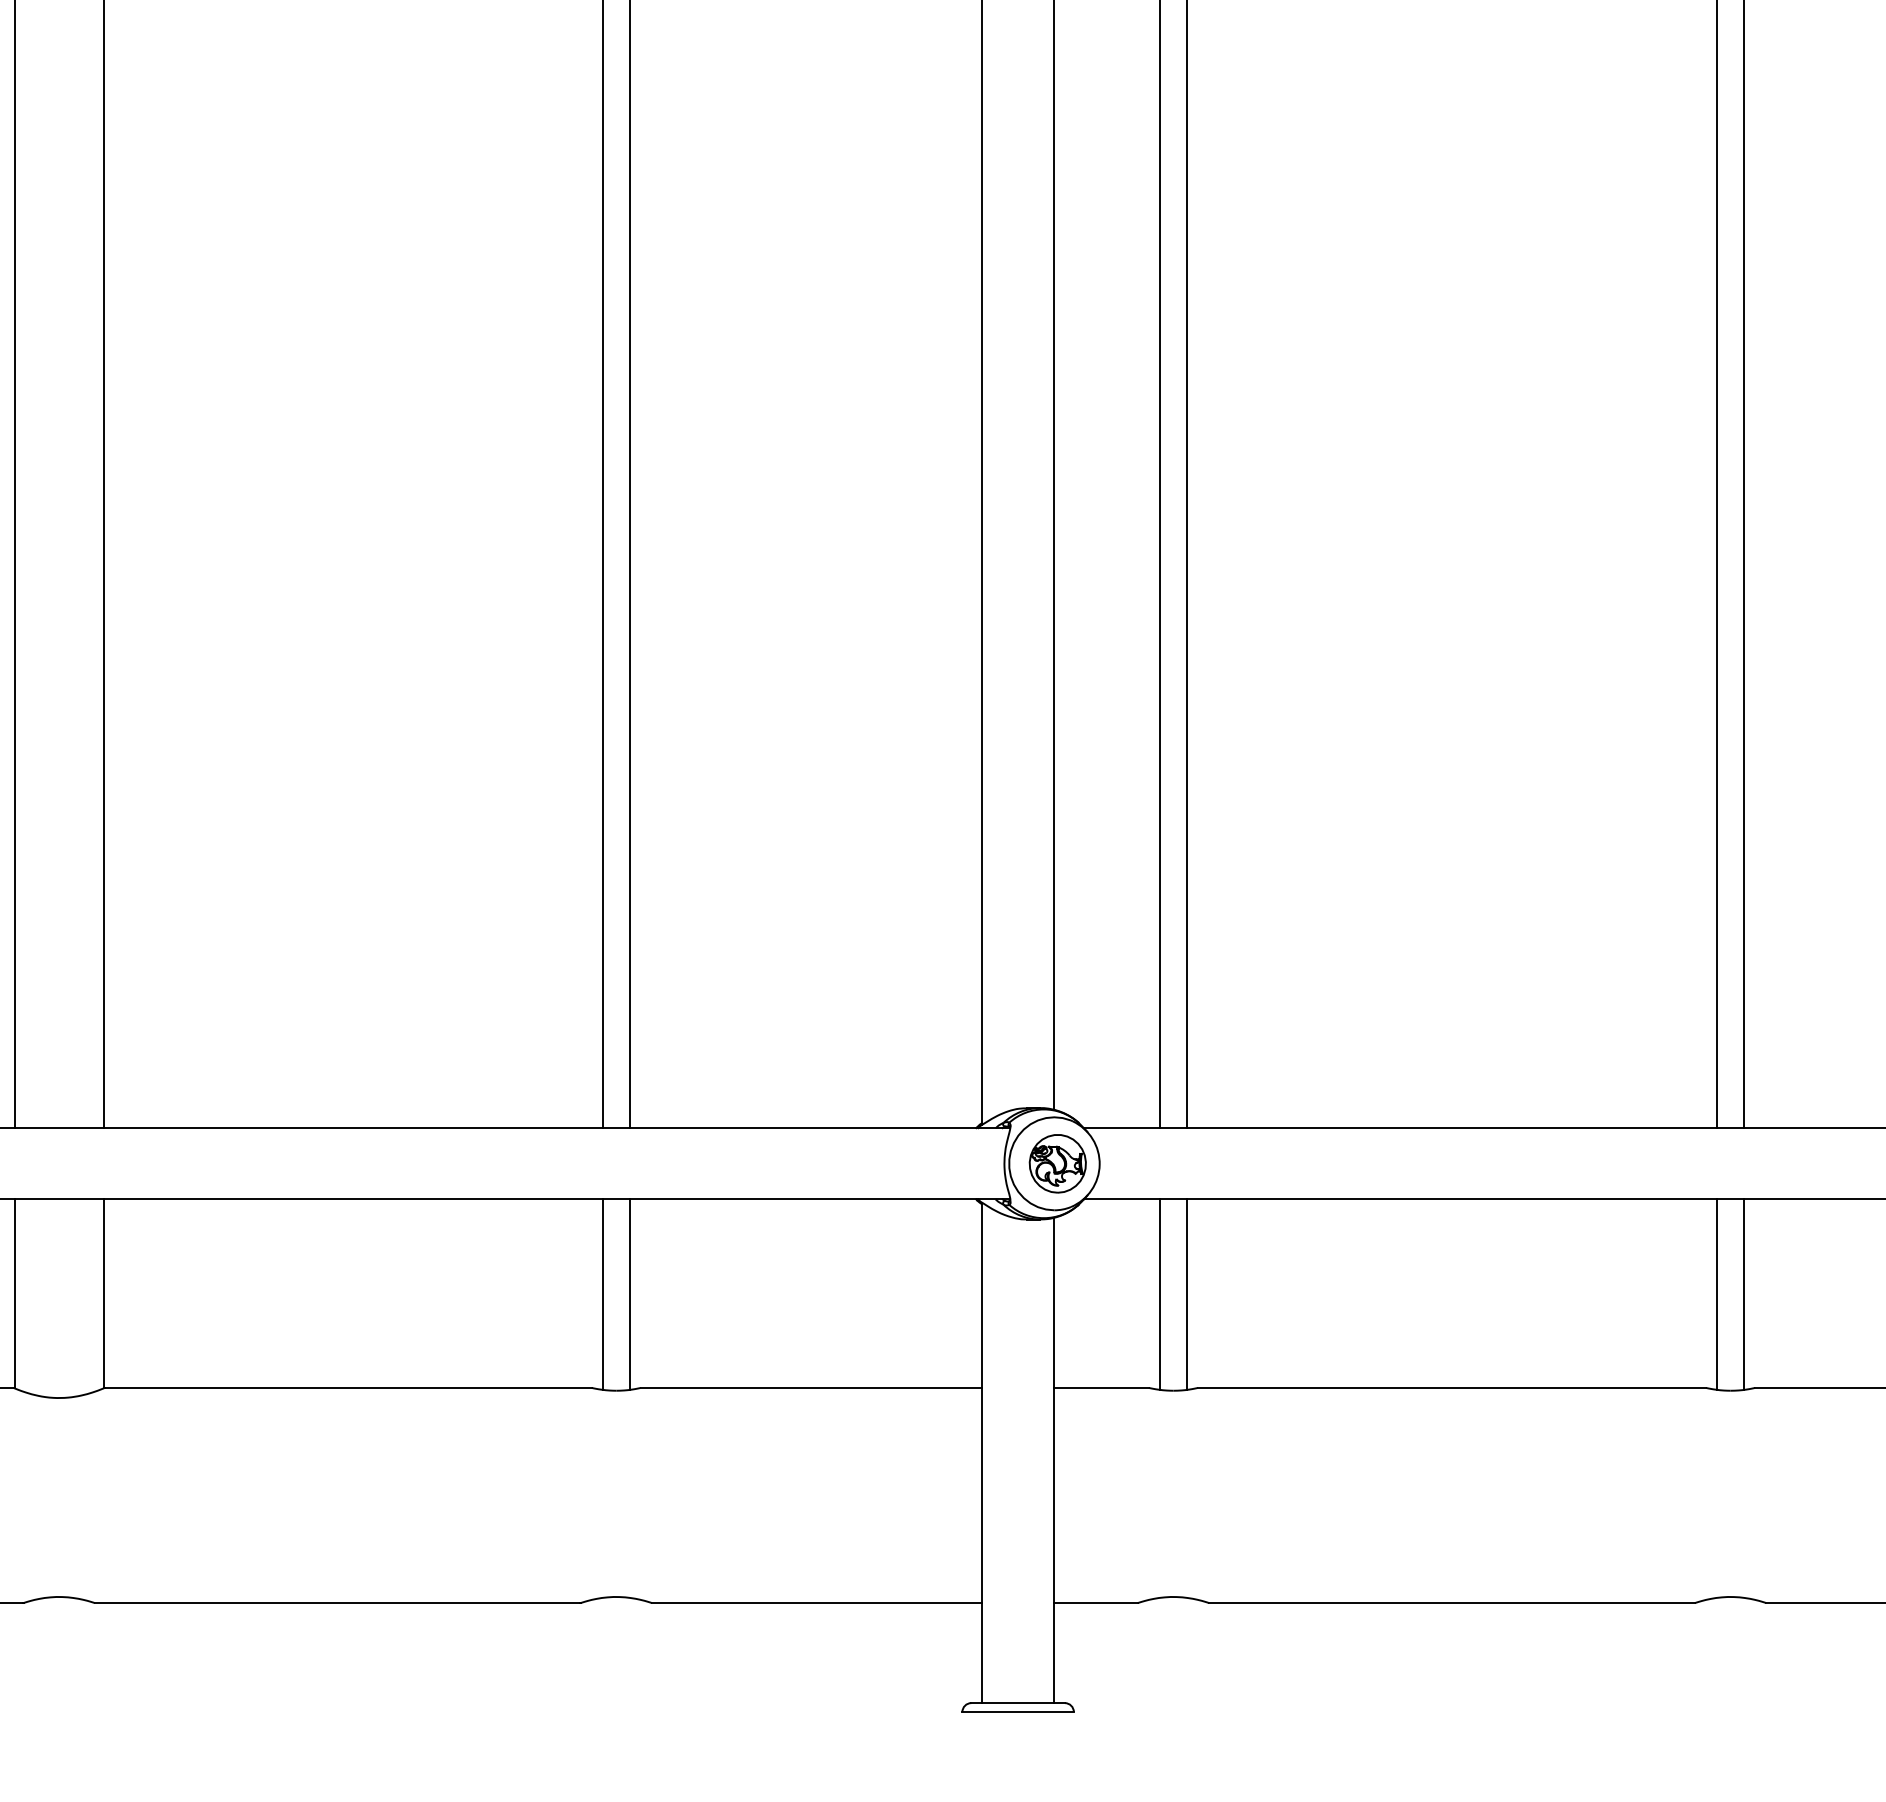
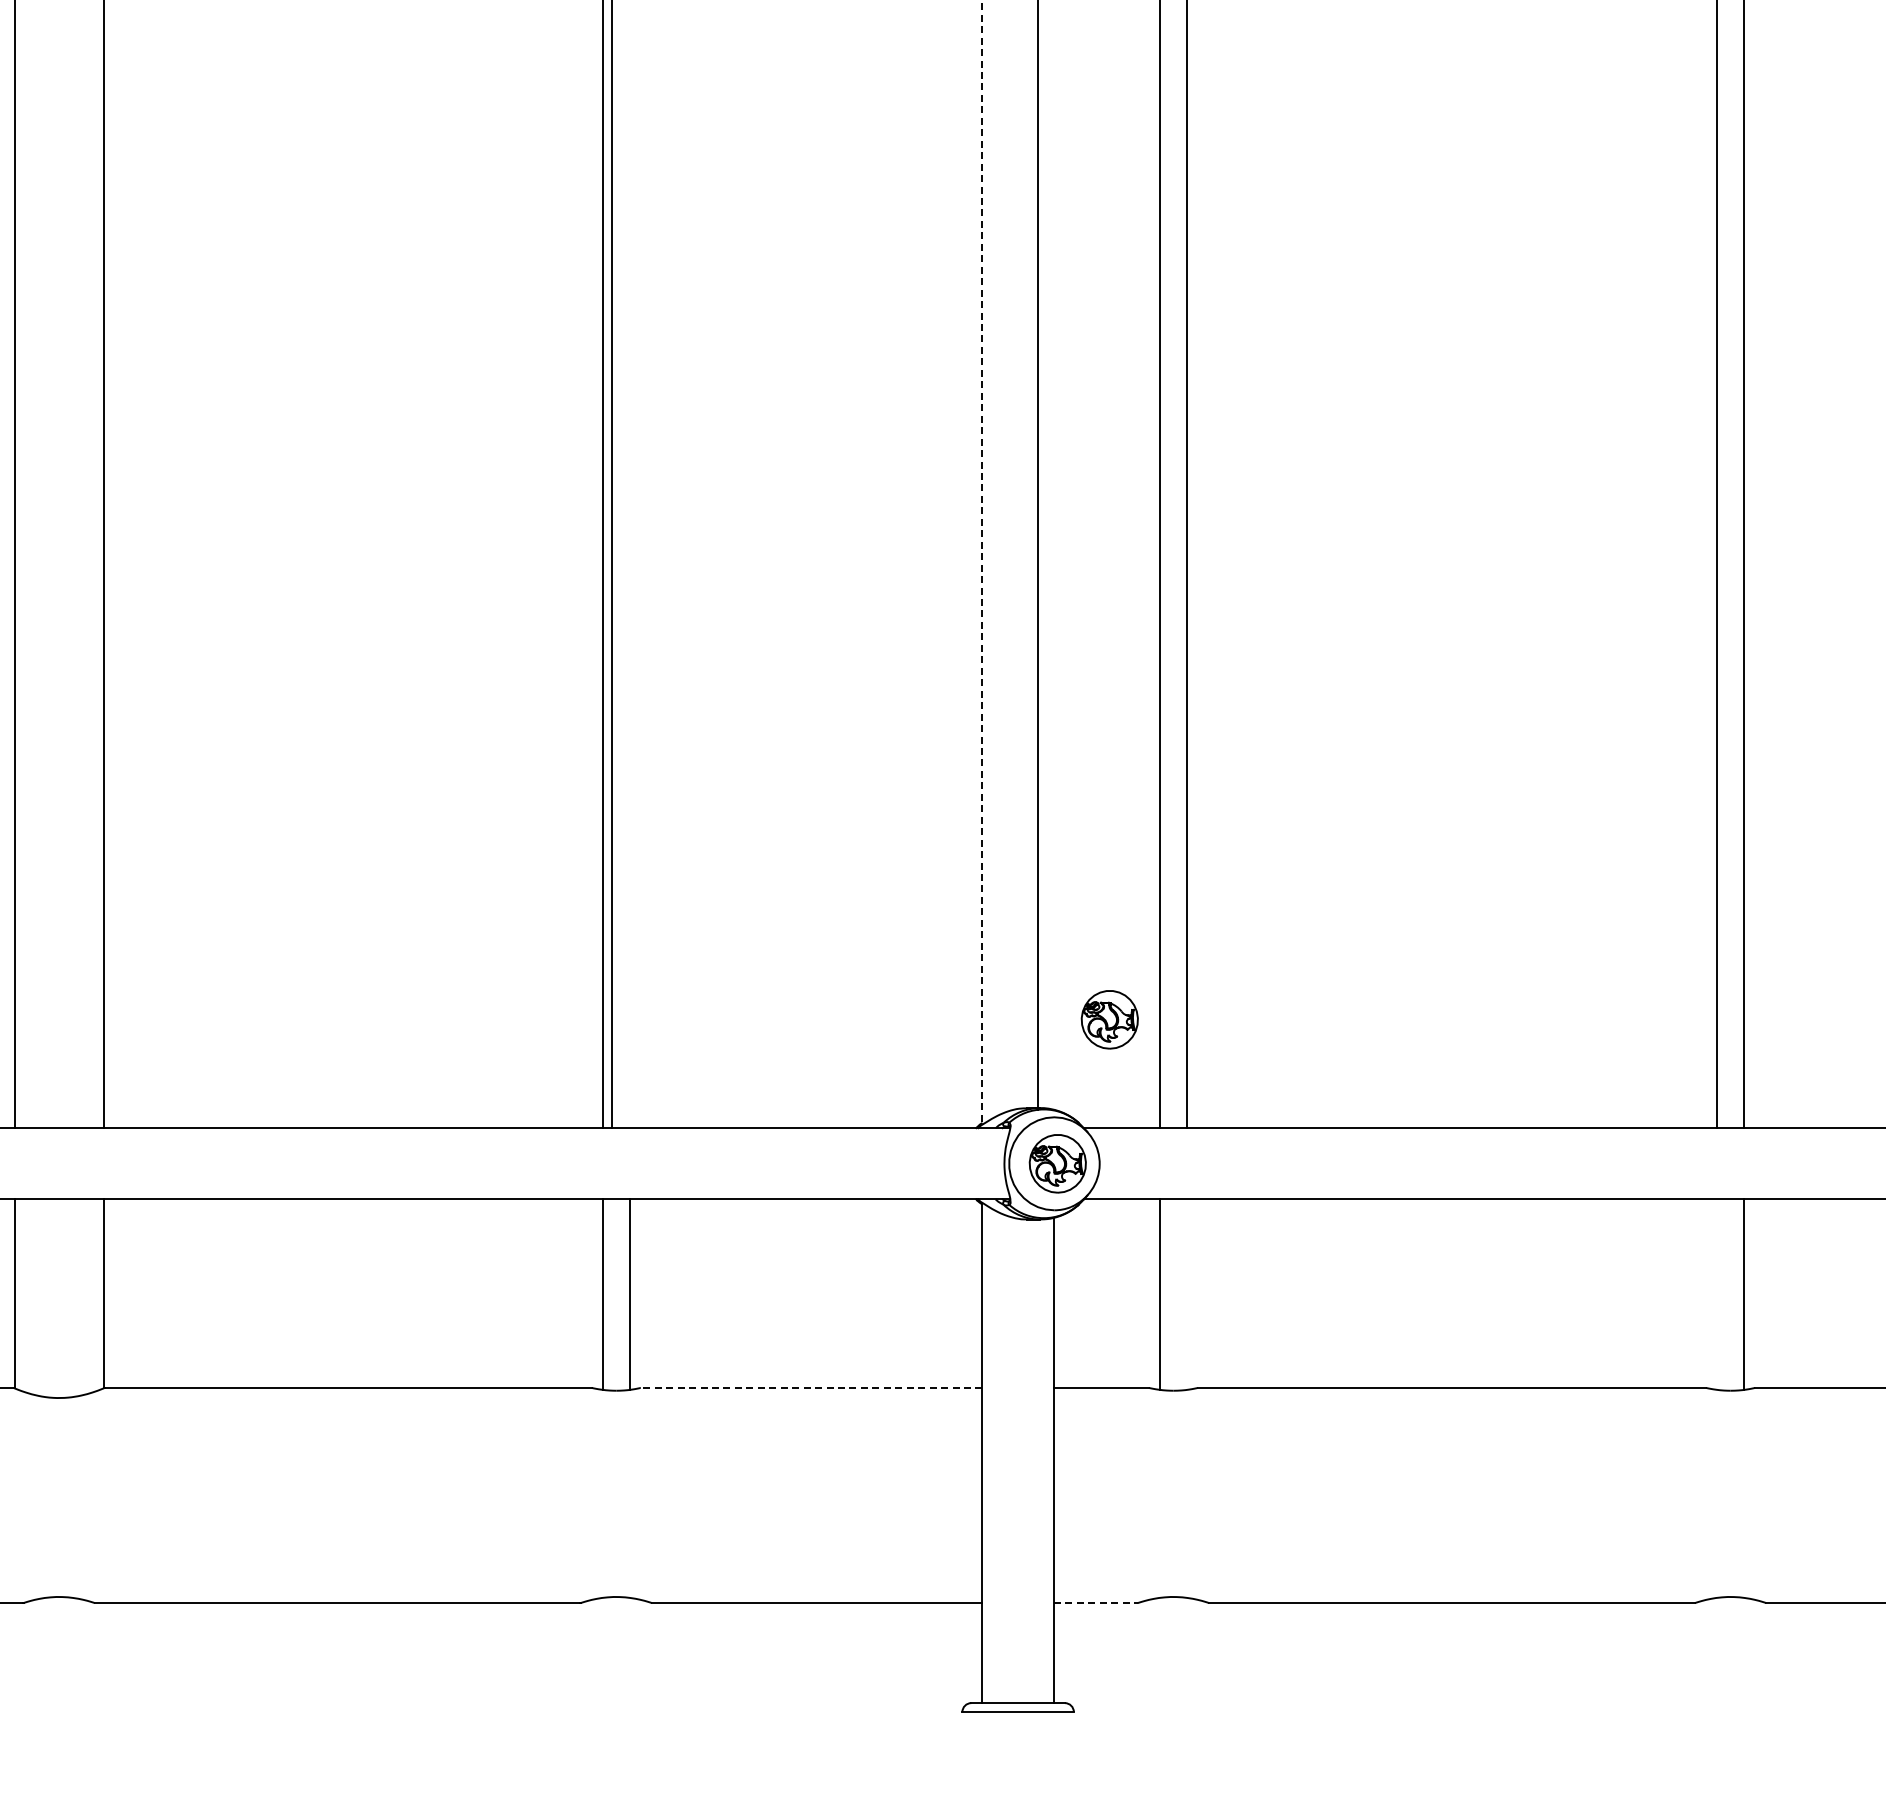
line at (1053, 555) position: (1053, 555) -> (1037, 555)
line at (982, 562): solid -> dashed
line at (629, 565) position: (629, 565) -> (611, 565)
part at (1109, 1019): none -> present
line at (1186, 1294): present -> none
line at (1717, 1294): present -> none
line at (811, 1387): solid -> dashed
line at (1095, 1603): solid -> dashed
